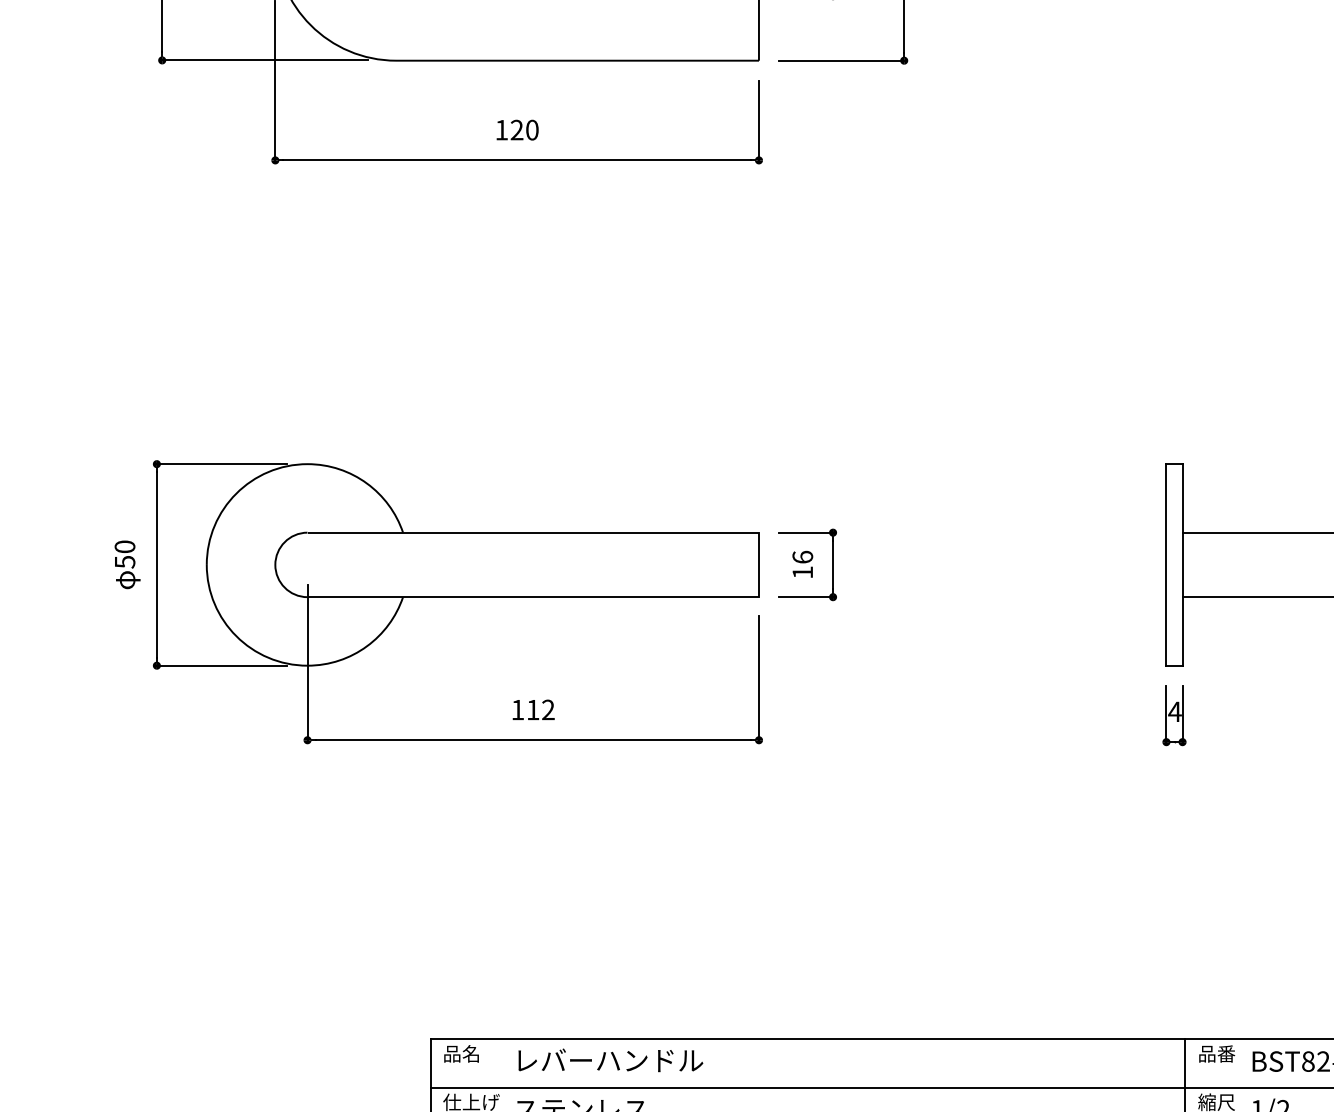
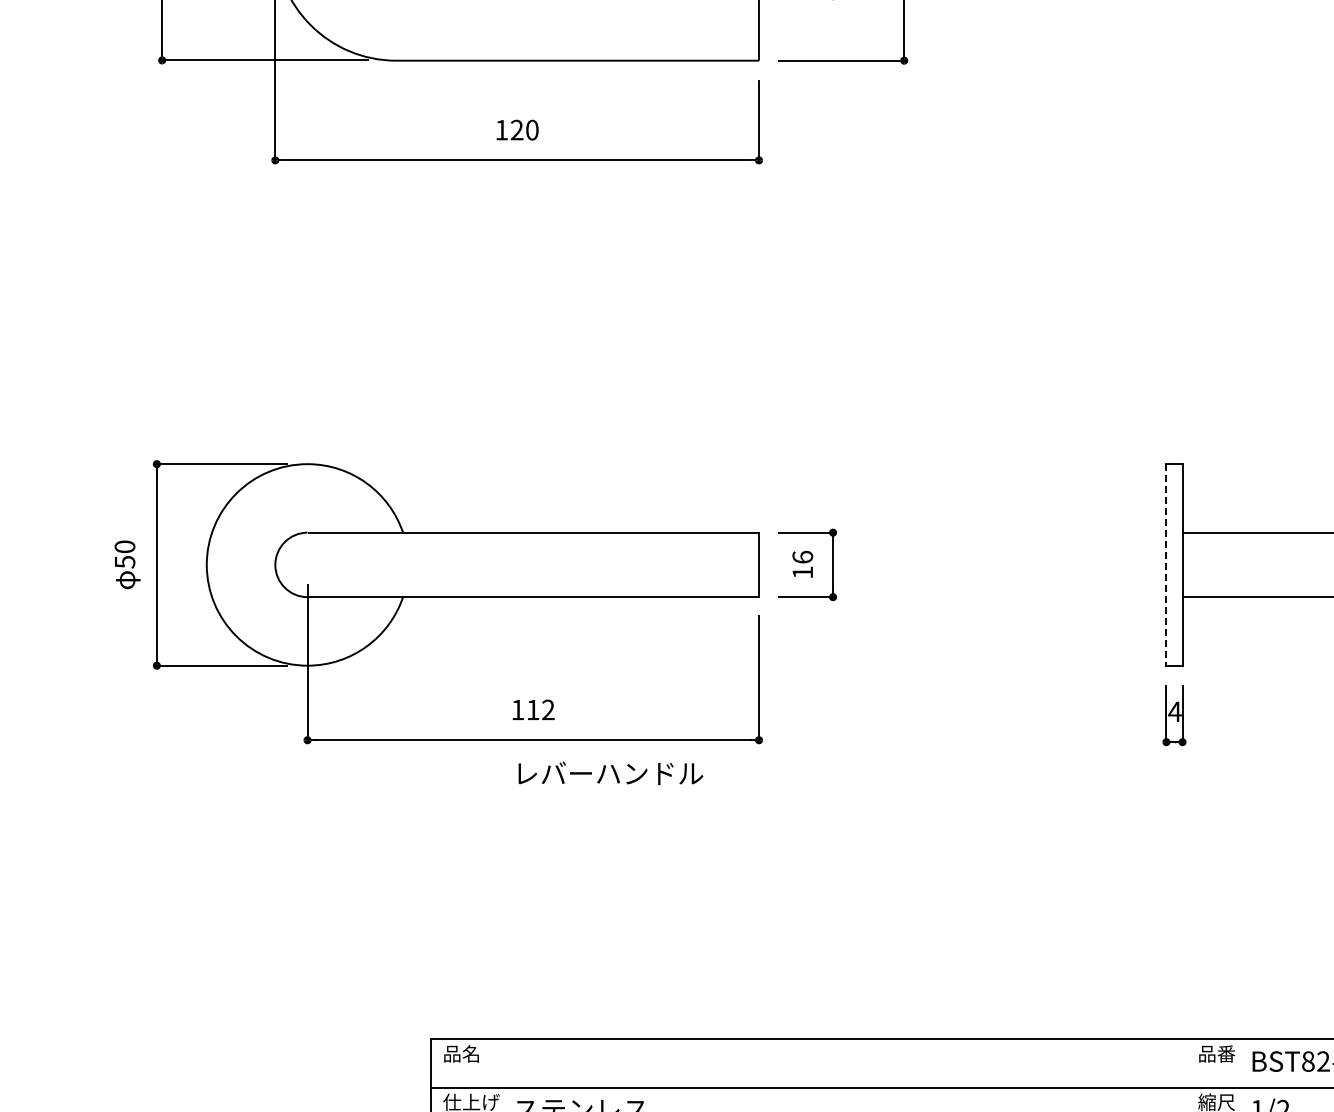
line at (1166, 564): solid -> dashed
text at (610, 1060) position: (610, 1060) -> (610, 773)
line at (1185, 1073): present -> none
